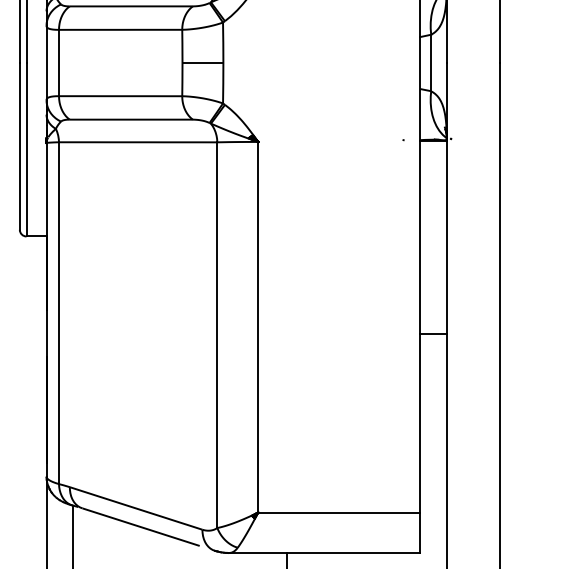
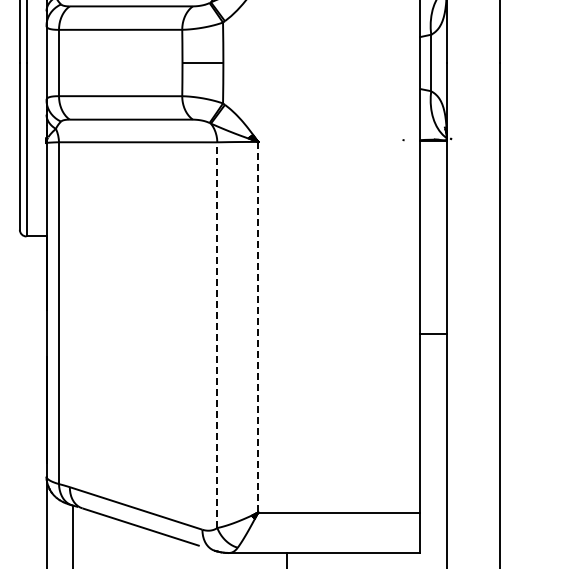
line at (258, 327): solid -> dashed
line at (217, 335): solid -> dashed
